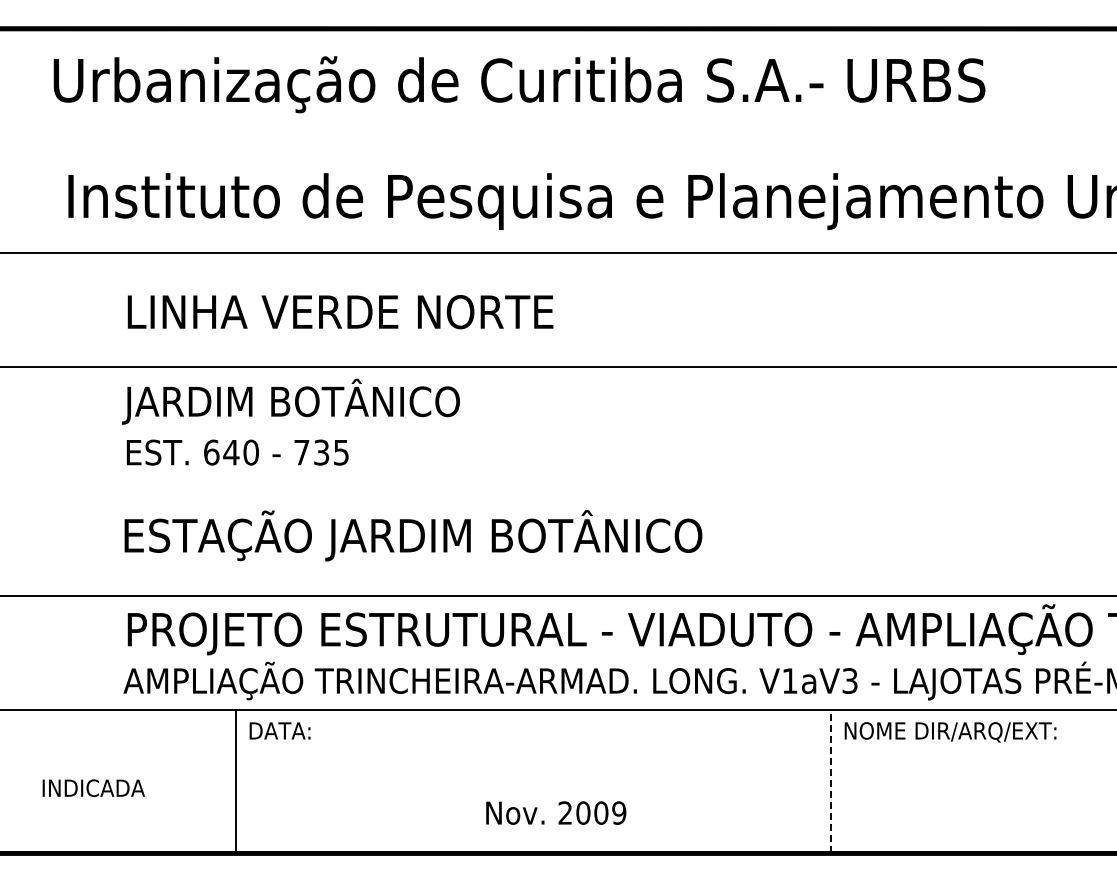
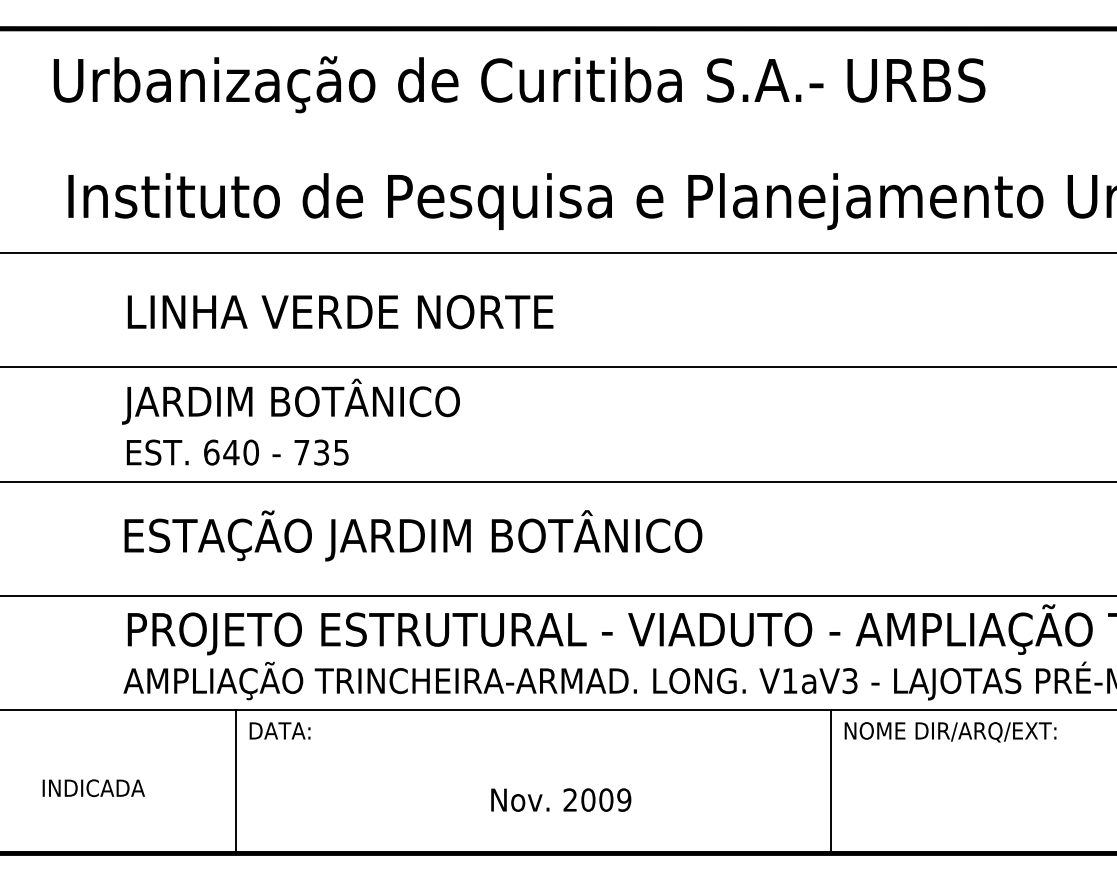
line at (557, 481): none -> present
line at (831, 781): dashed -> solid
text at (556, 812) position: (556, 812) -> (561, 799)
